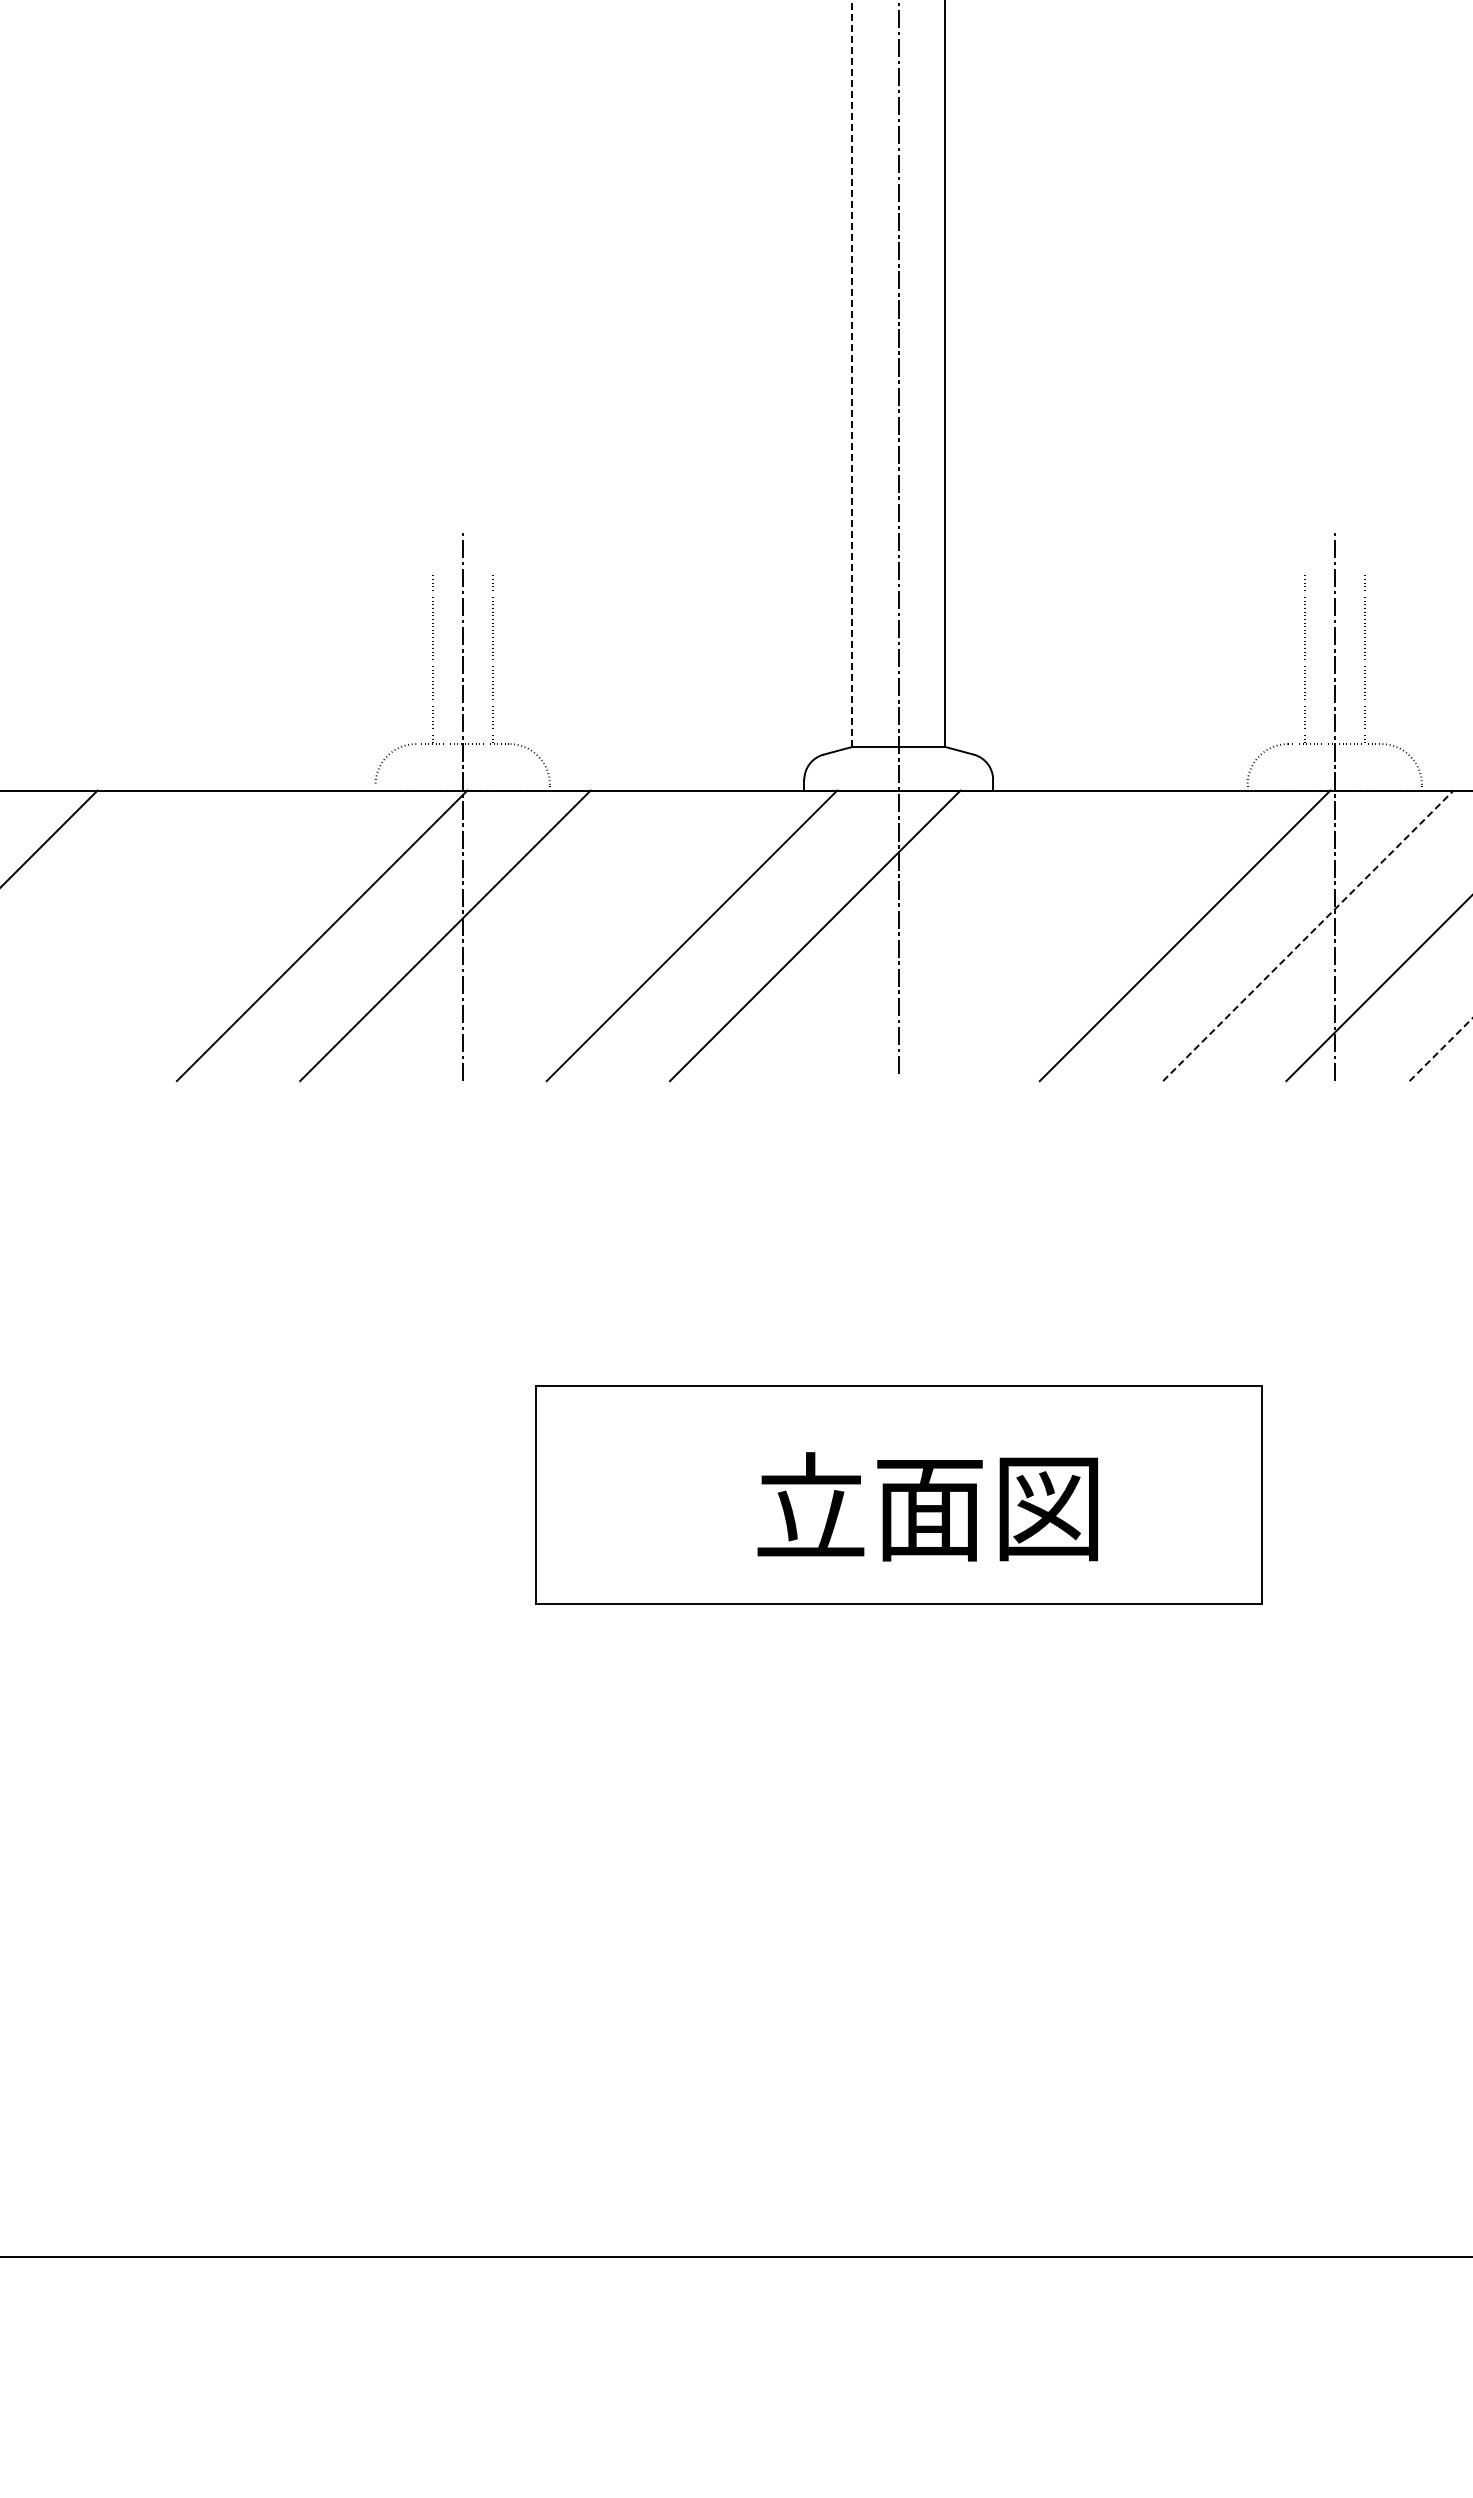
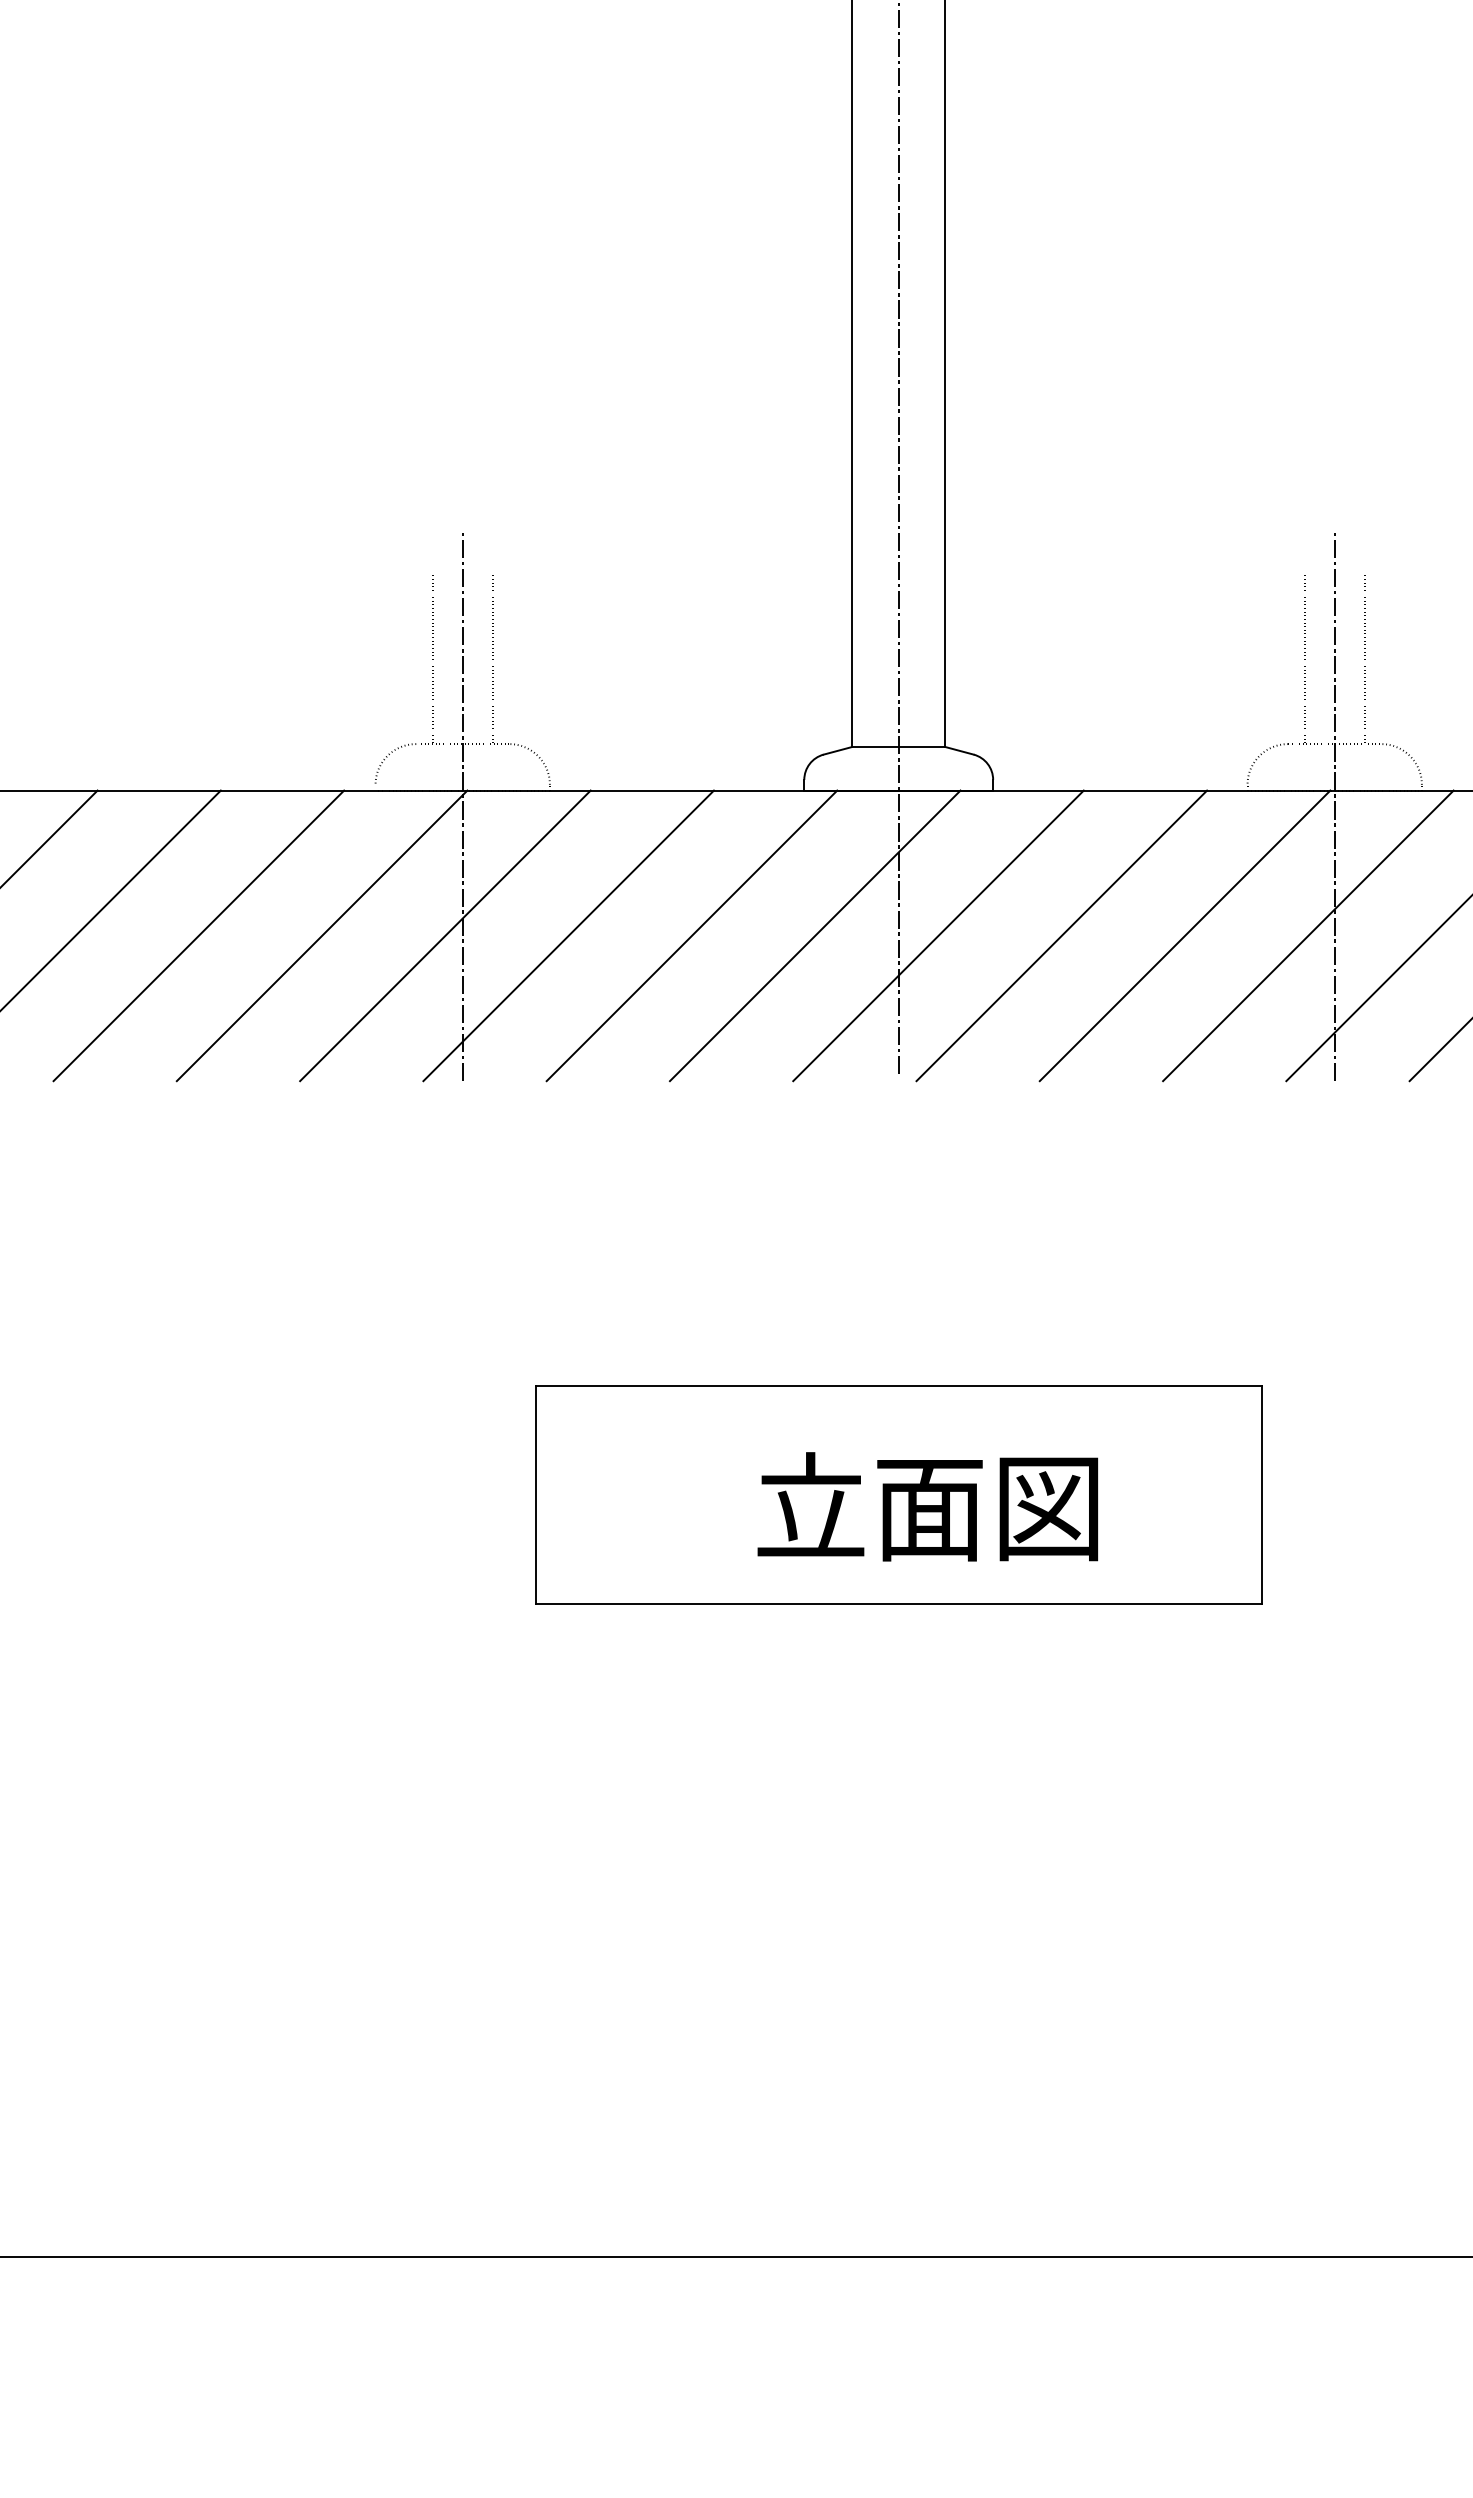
line at (852, 373): dashed -> solid
line at (111, 899): none -> present
line at (198, 935): none -> present
line at (568, 935): none -> present
line at (938, 935): none -> present
line at (1061, 935): none -> present
line at (1308, 935): dashed -> solid
line at (1441, 1049): dashed -> solid
